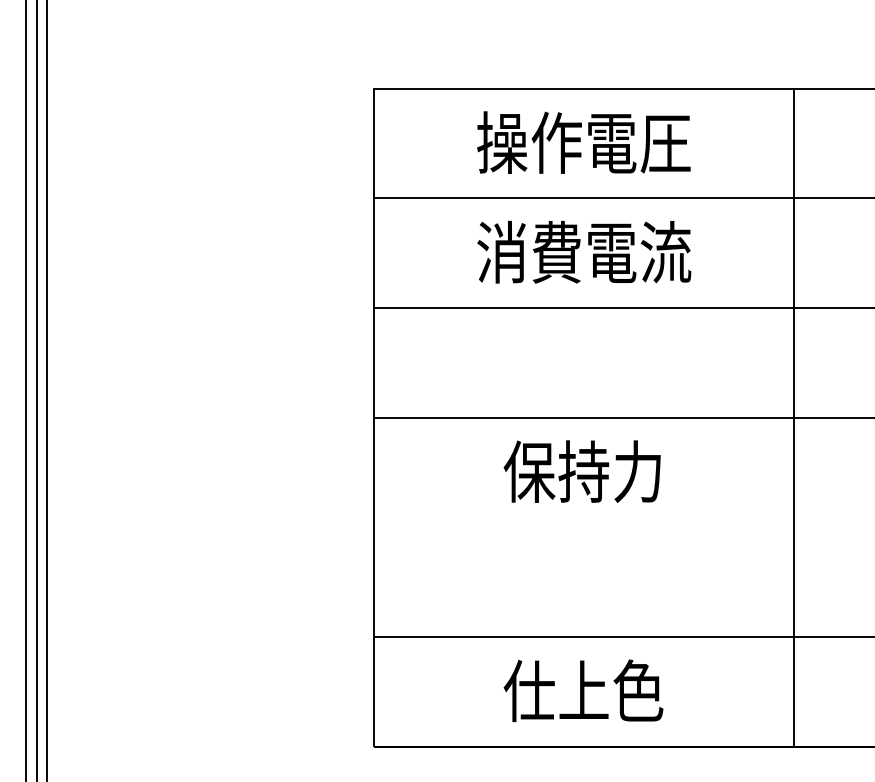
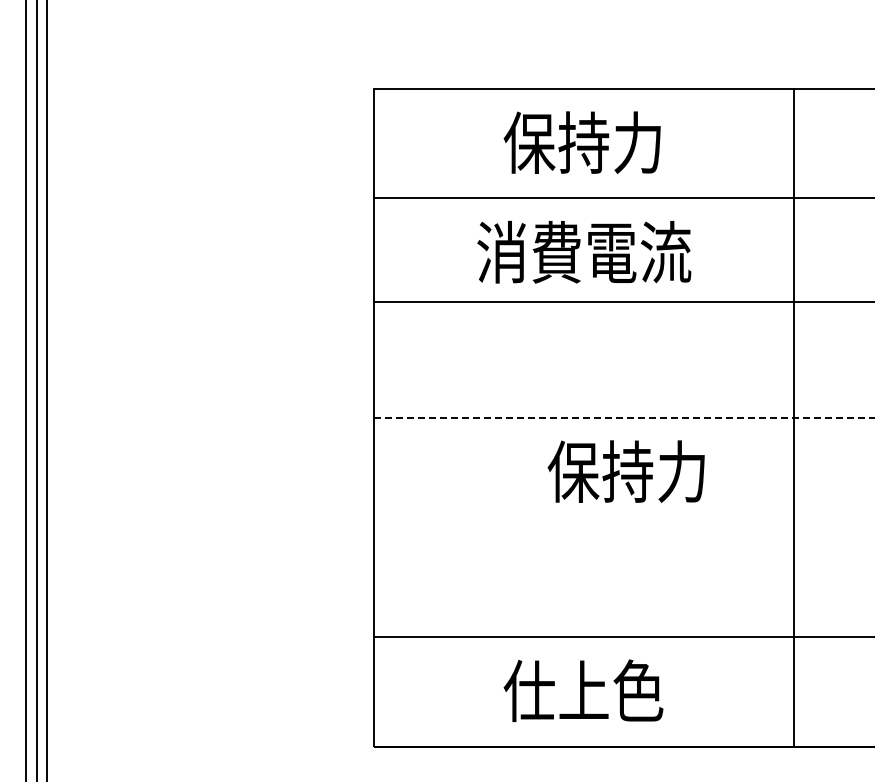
text at (583, 142): 操作電圧 -> 保持力
line at (622, 308) position: (622, 308) -> (622, 302)
line at (624, 417): solid -> dashed
text at (581, 471) position: (581, 471) -> (625, 471)
